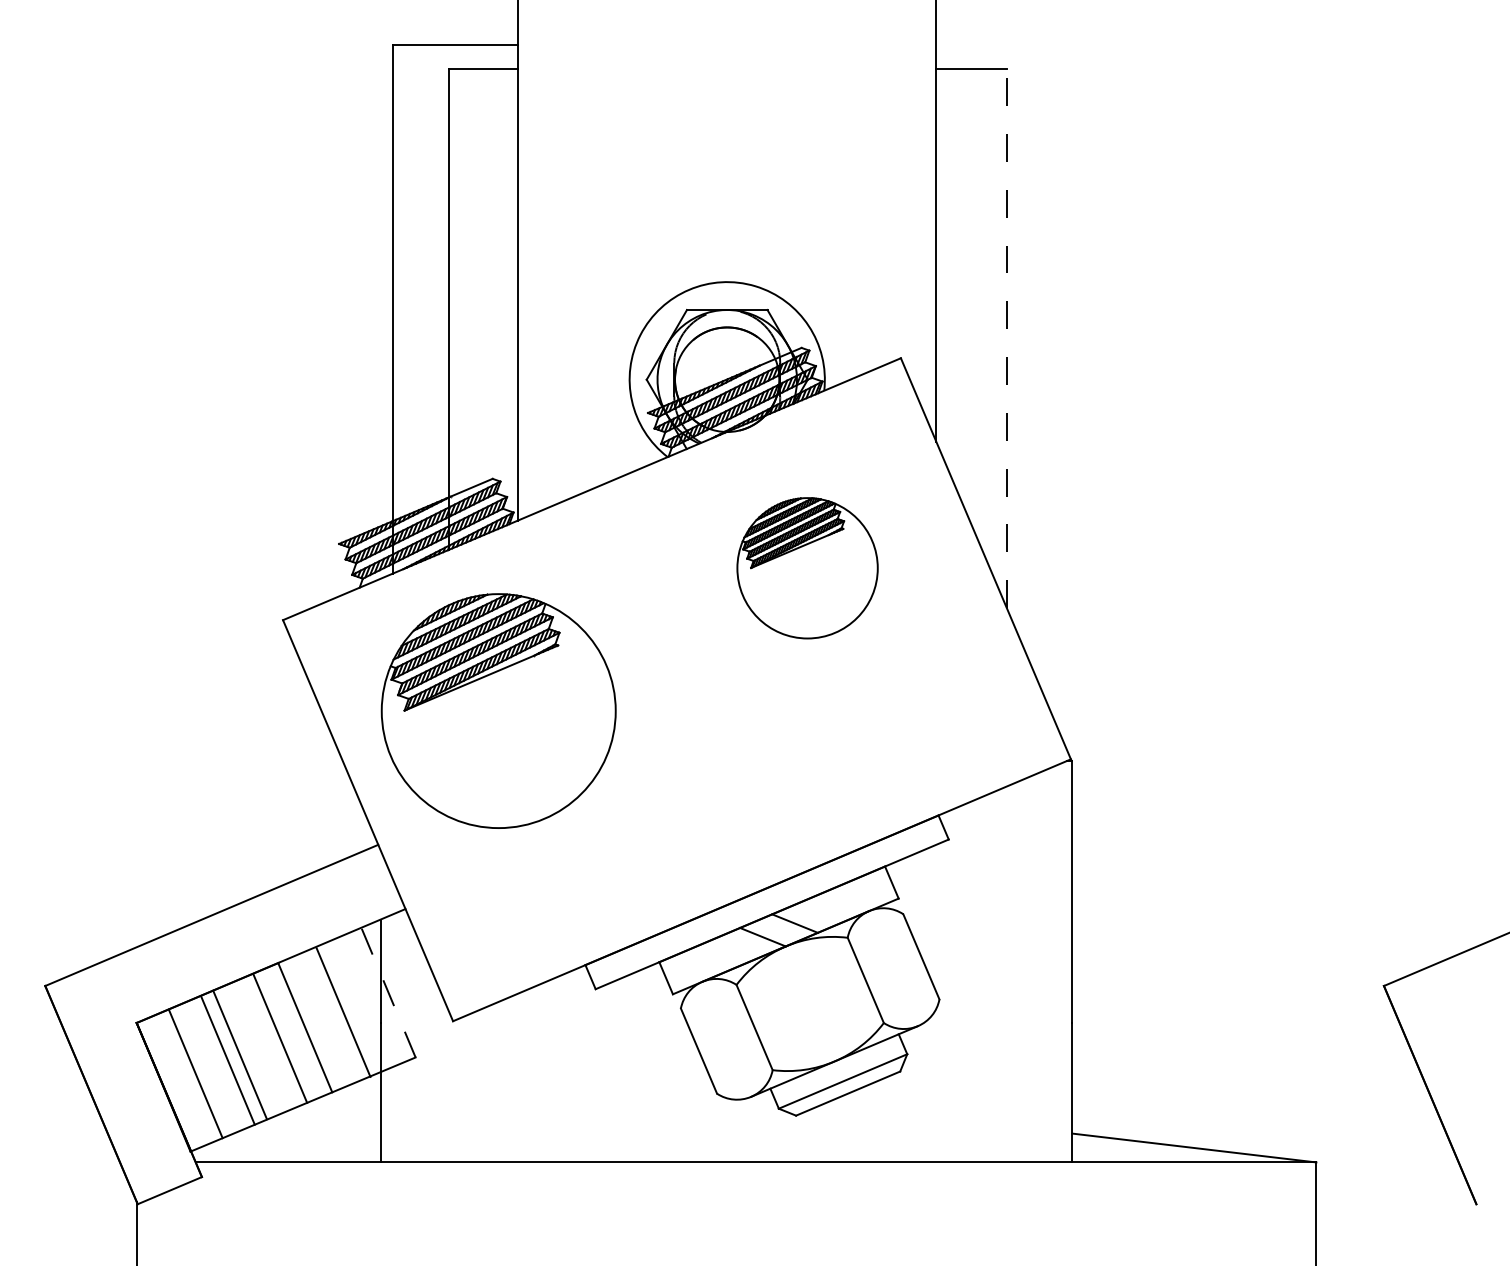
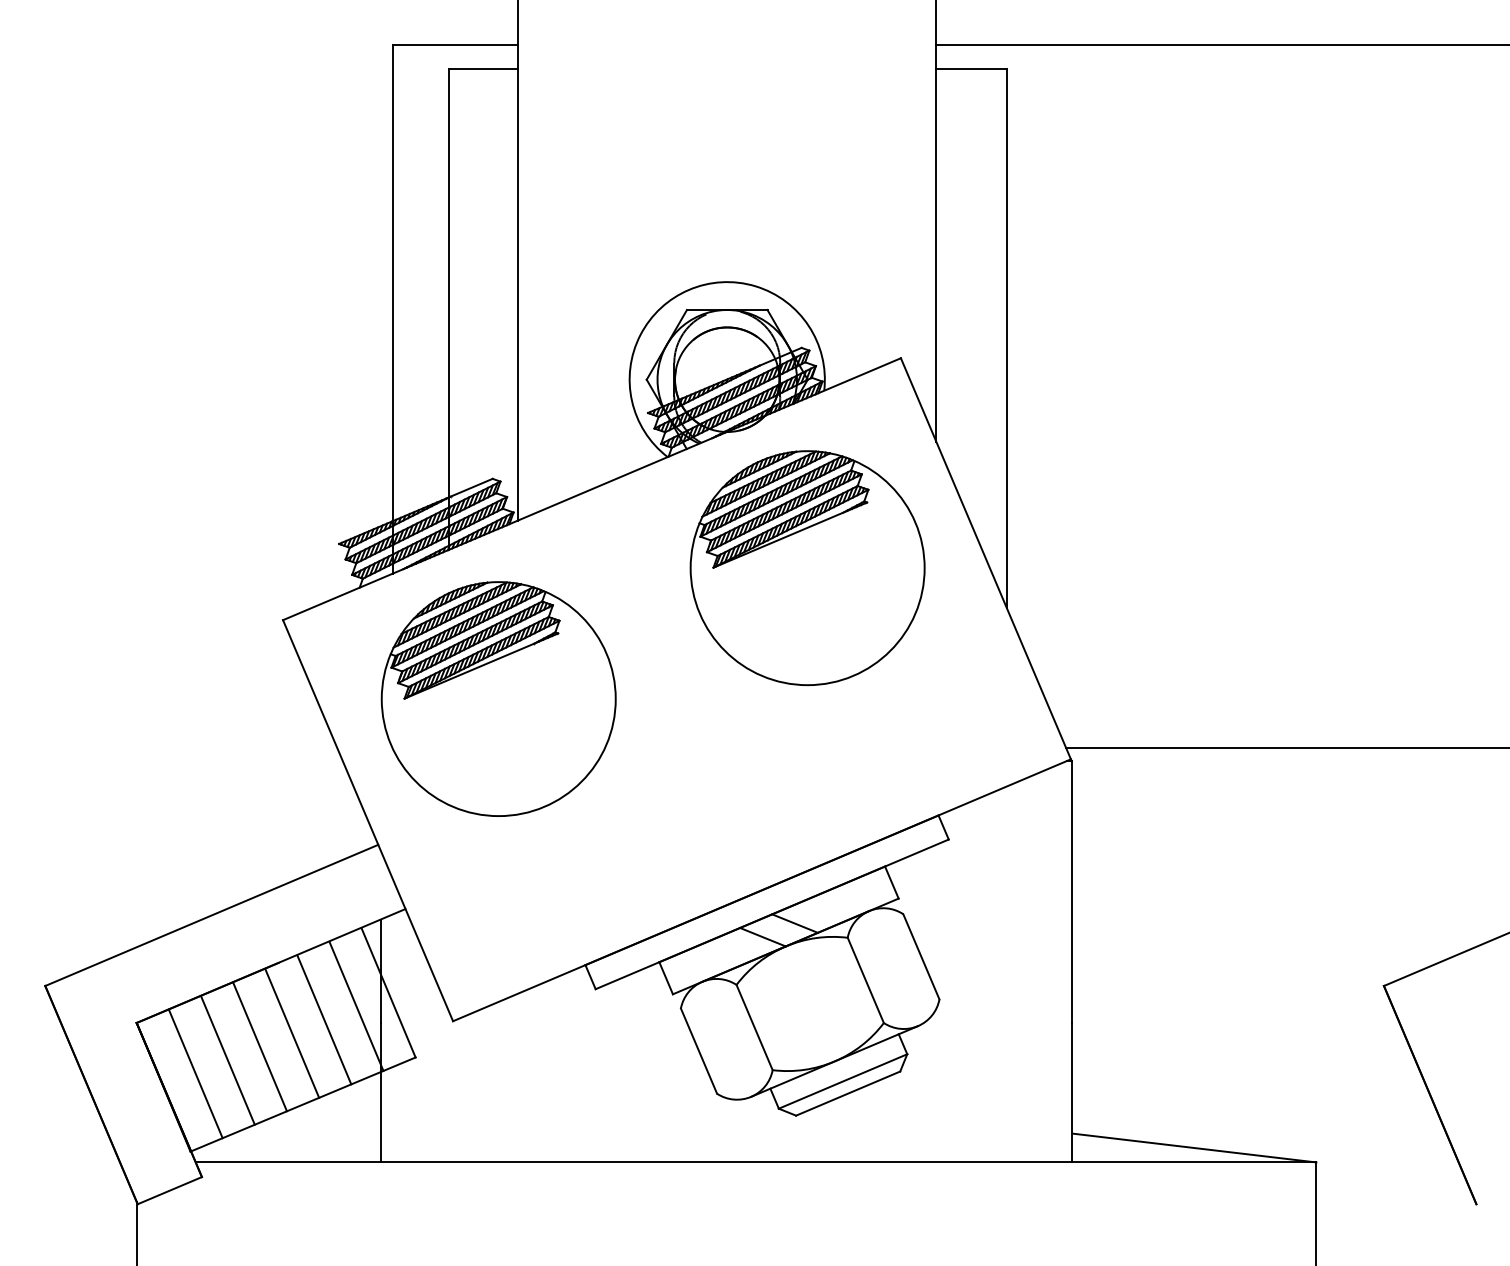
line at (1221, 45): none -> present
line at (1006, 338): dashed -> solid
part at (807, 568) size: 143x143 px -> 237x237 px
part at (498, 710) position: (498, 710) -> (498, 698)
line at (1286, 748): none -> present
line at (388, 993): dashed -> solid
line at (343, 1012) position: (343, 1012) -> (356, 1006)
line at (305, 1027) position: (305, 1027) -> (324, 1019)
line at (280, 1038) position: (280, 1038) -> (292, 1033)
line at (239, 1054) position: (239, 1054) -> (259, 1046)
